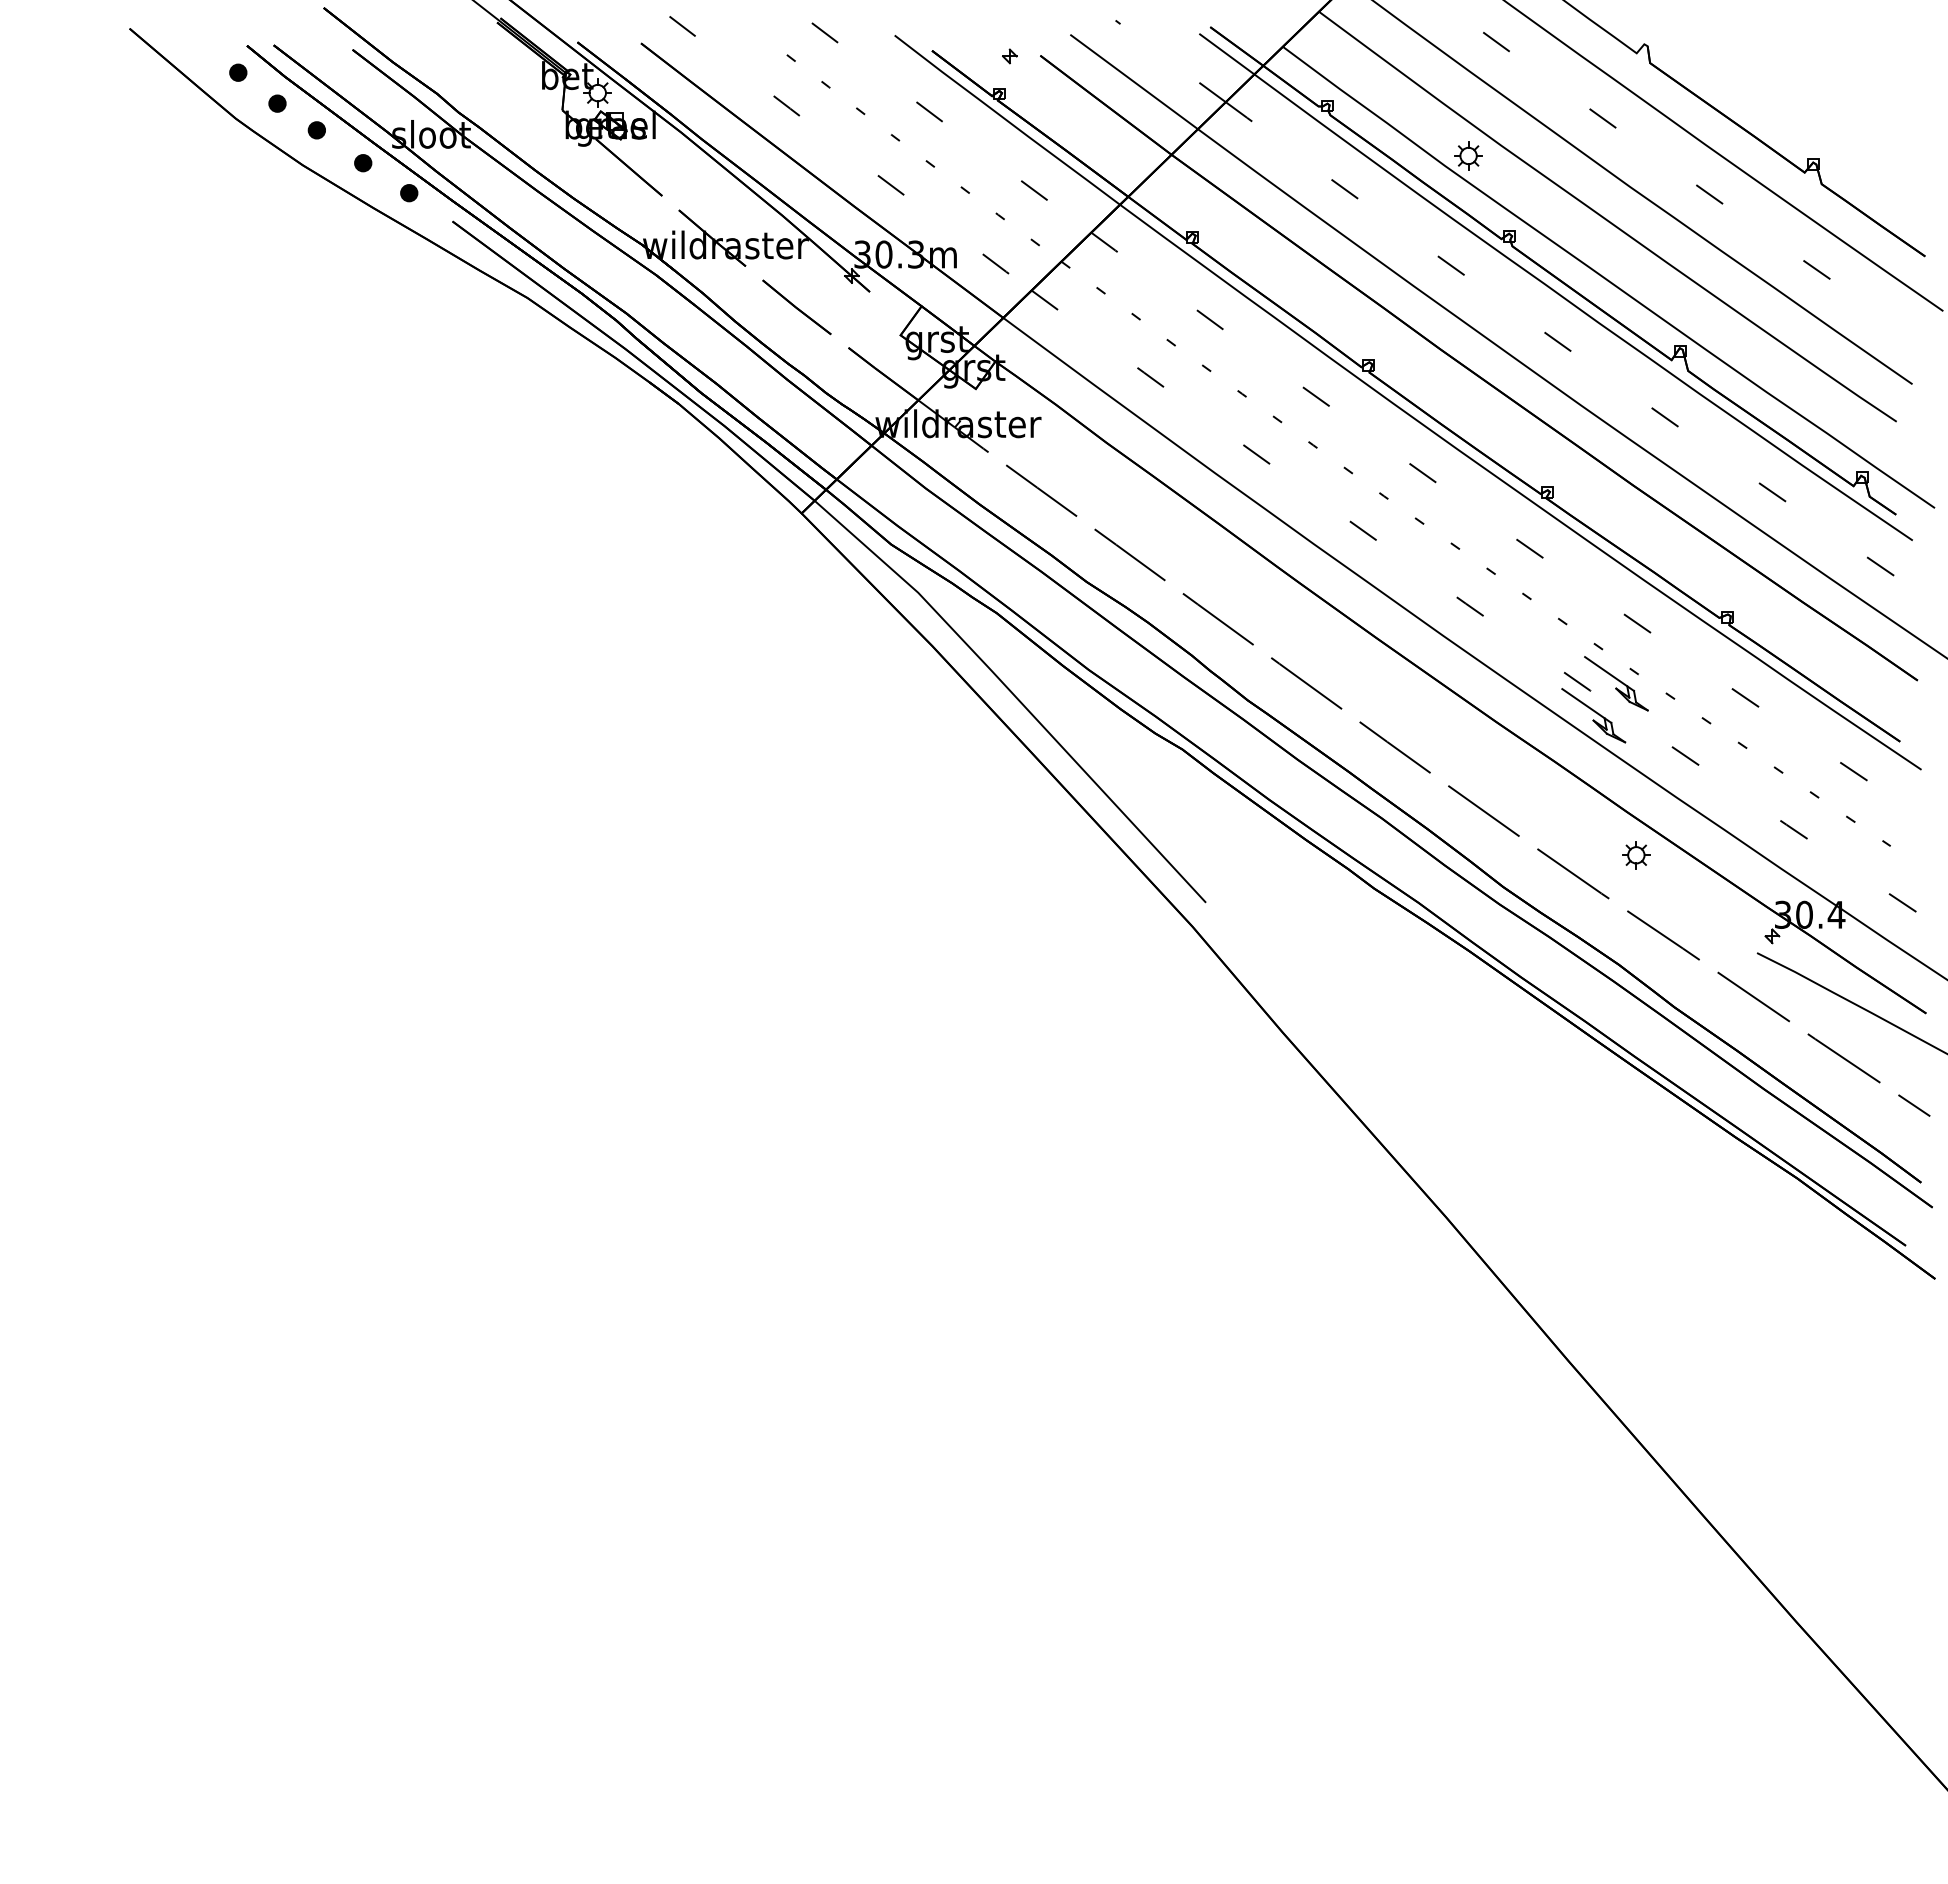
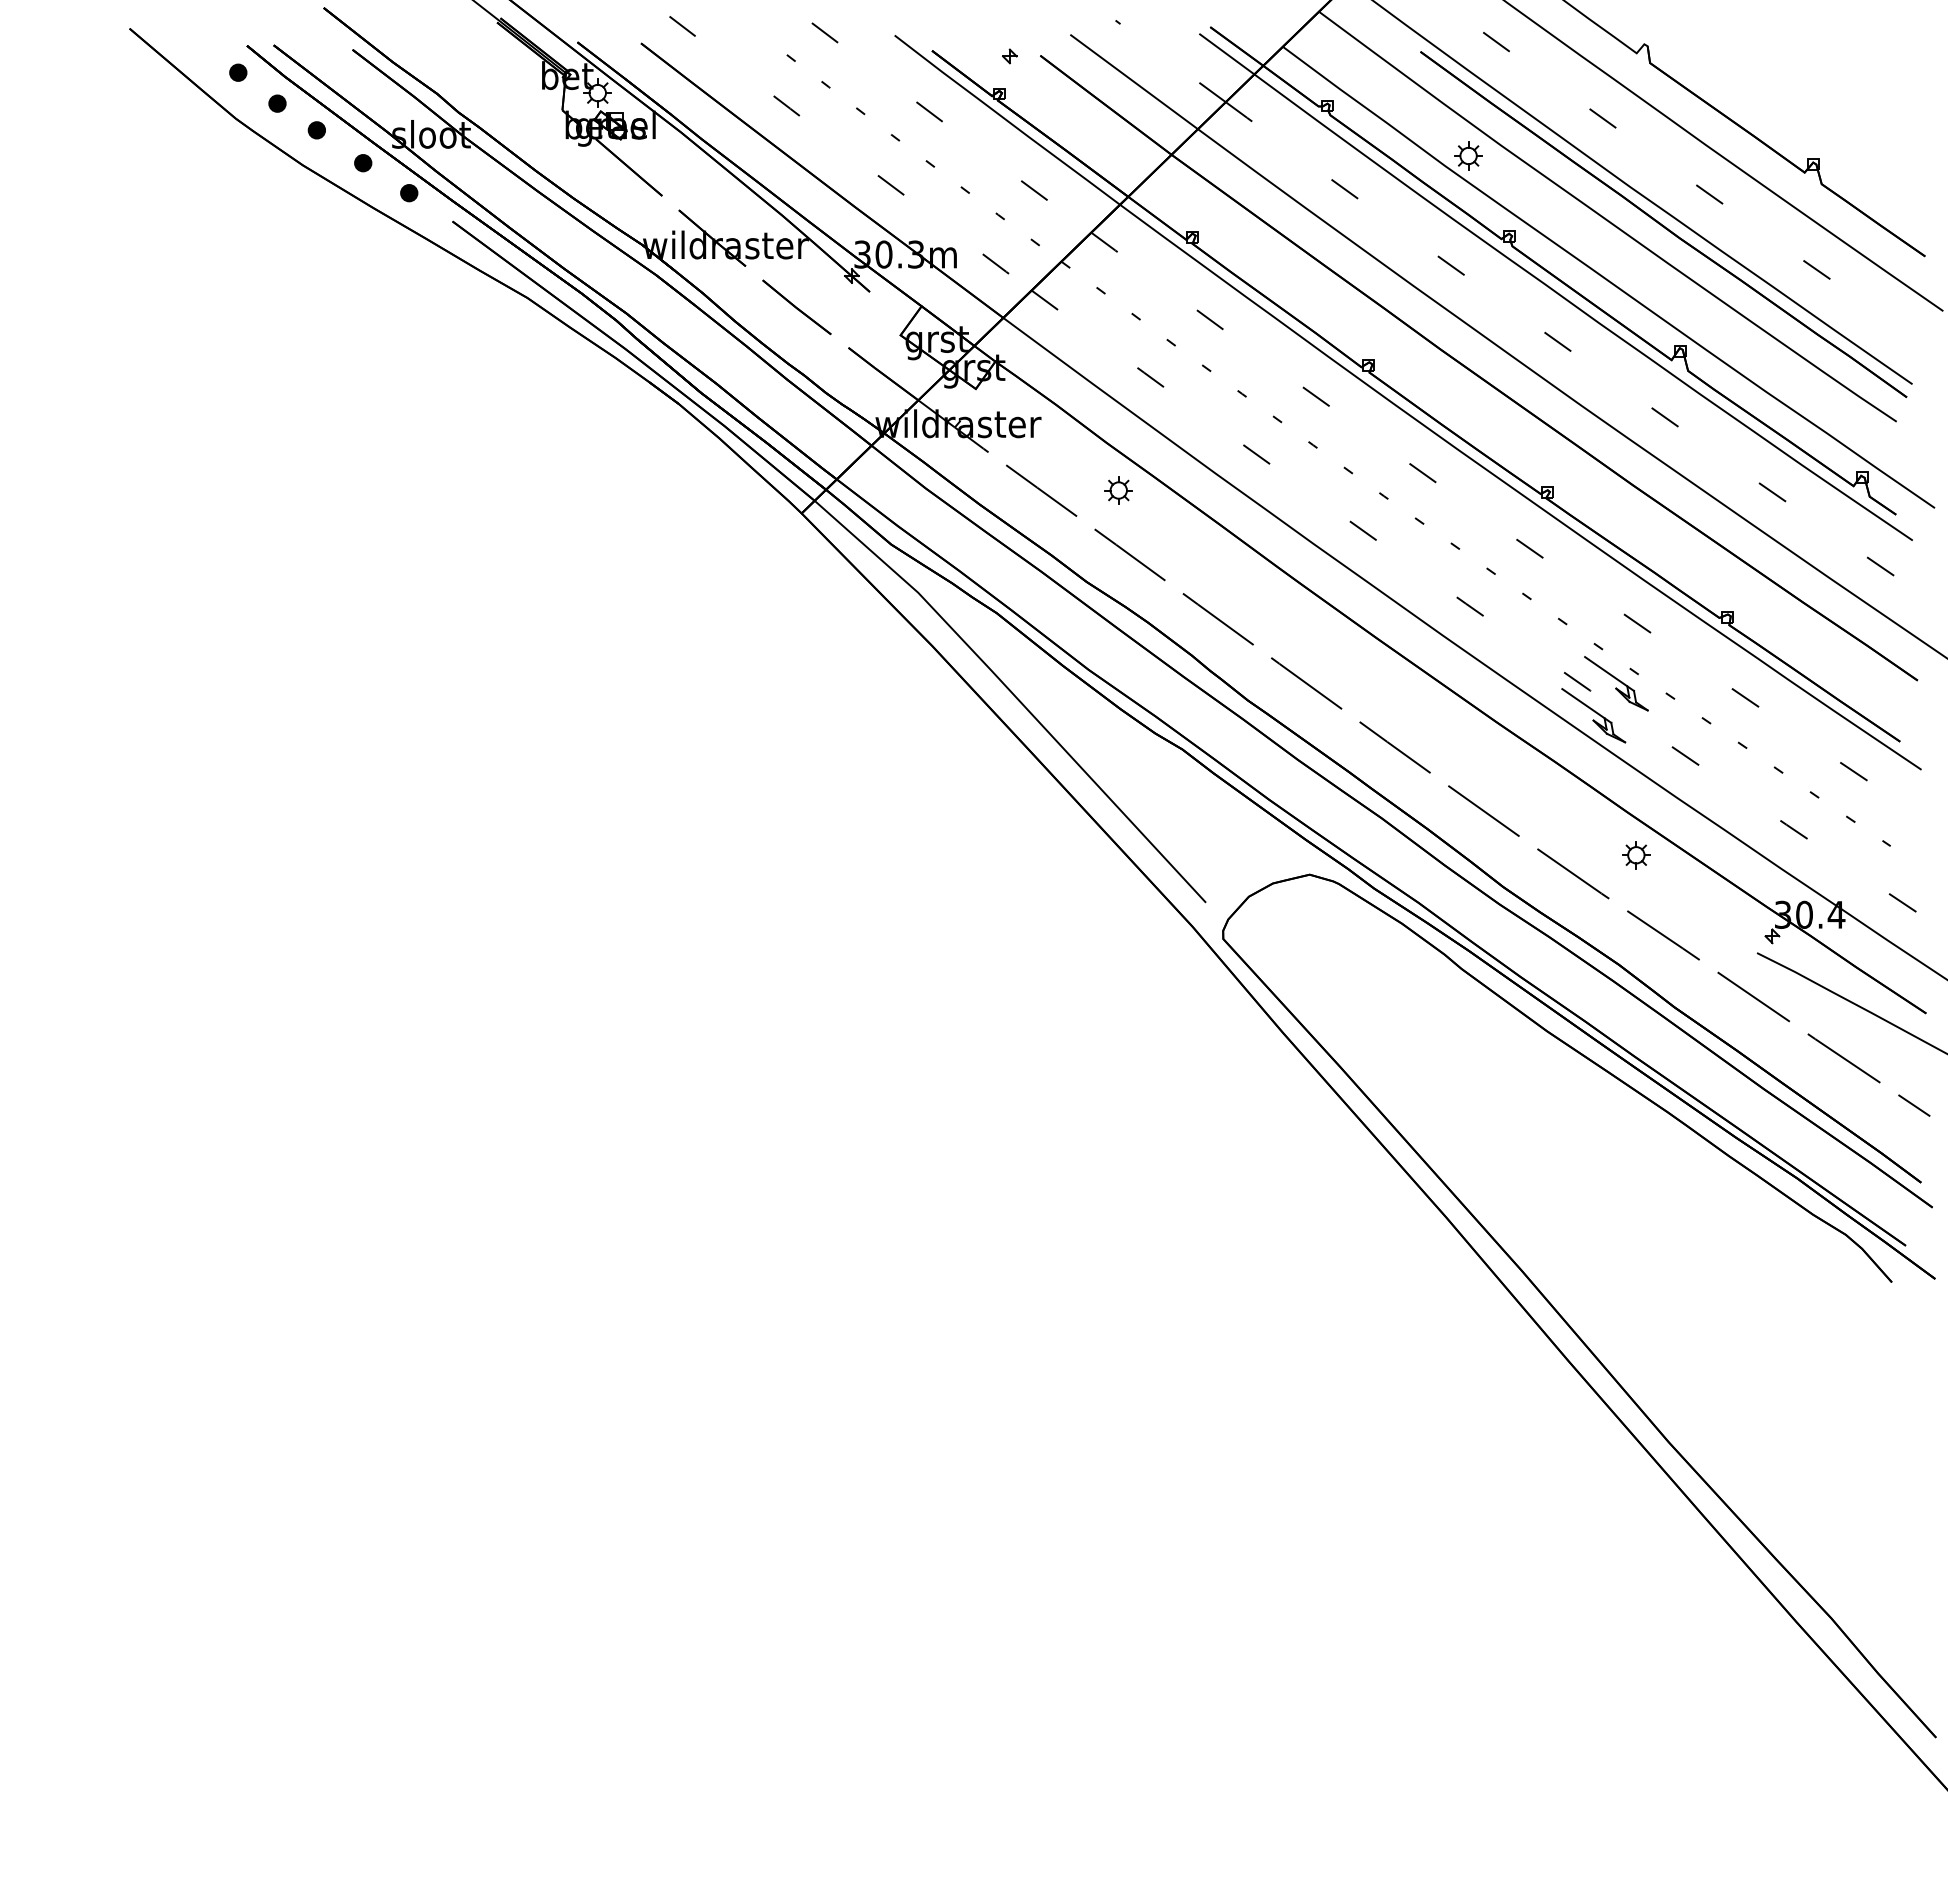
part at (1663, 224): none -> present
part at (1118, 490): none -> present
part at (1564, 1318): none -> present
